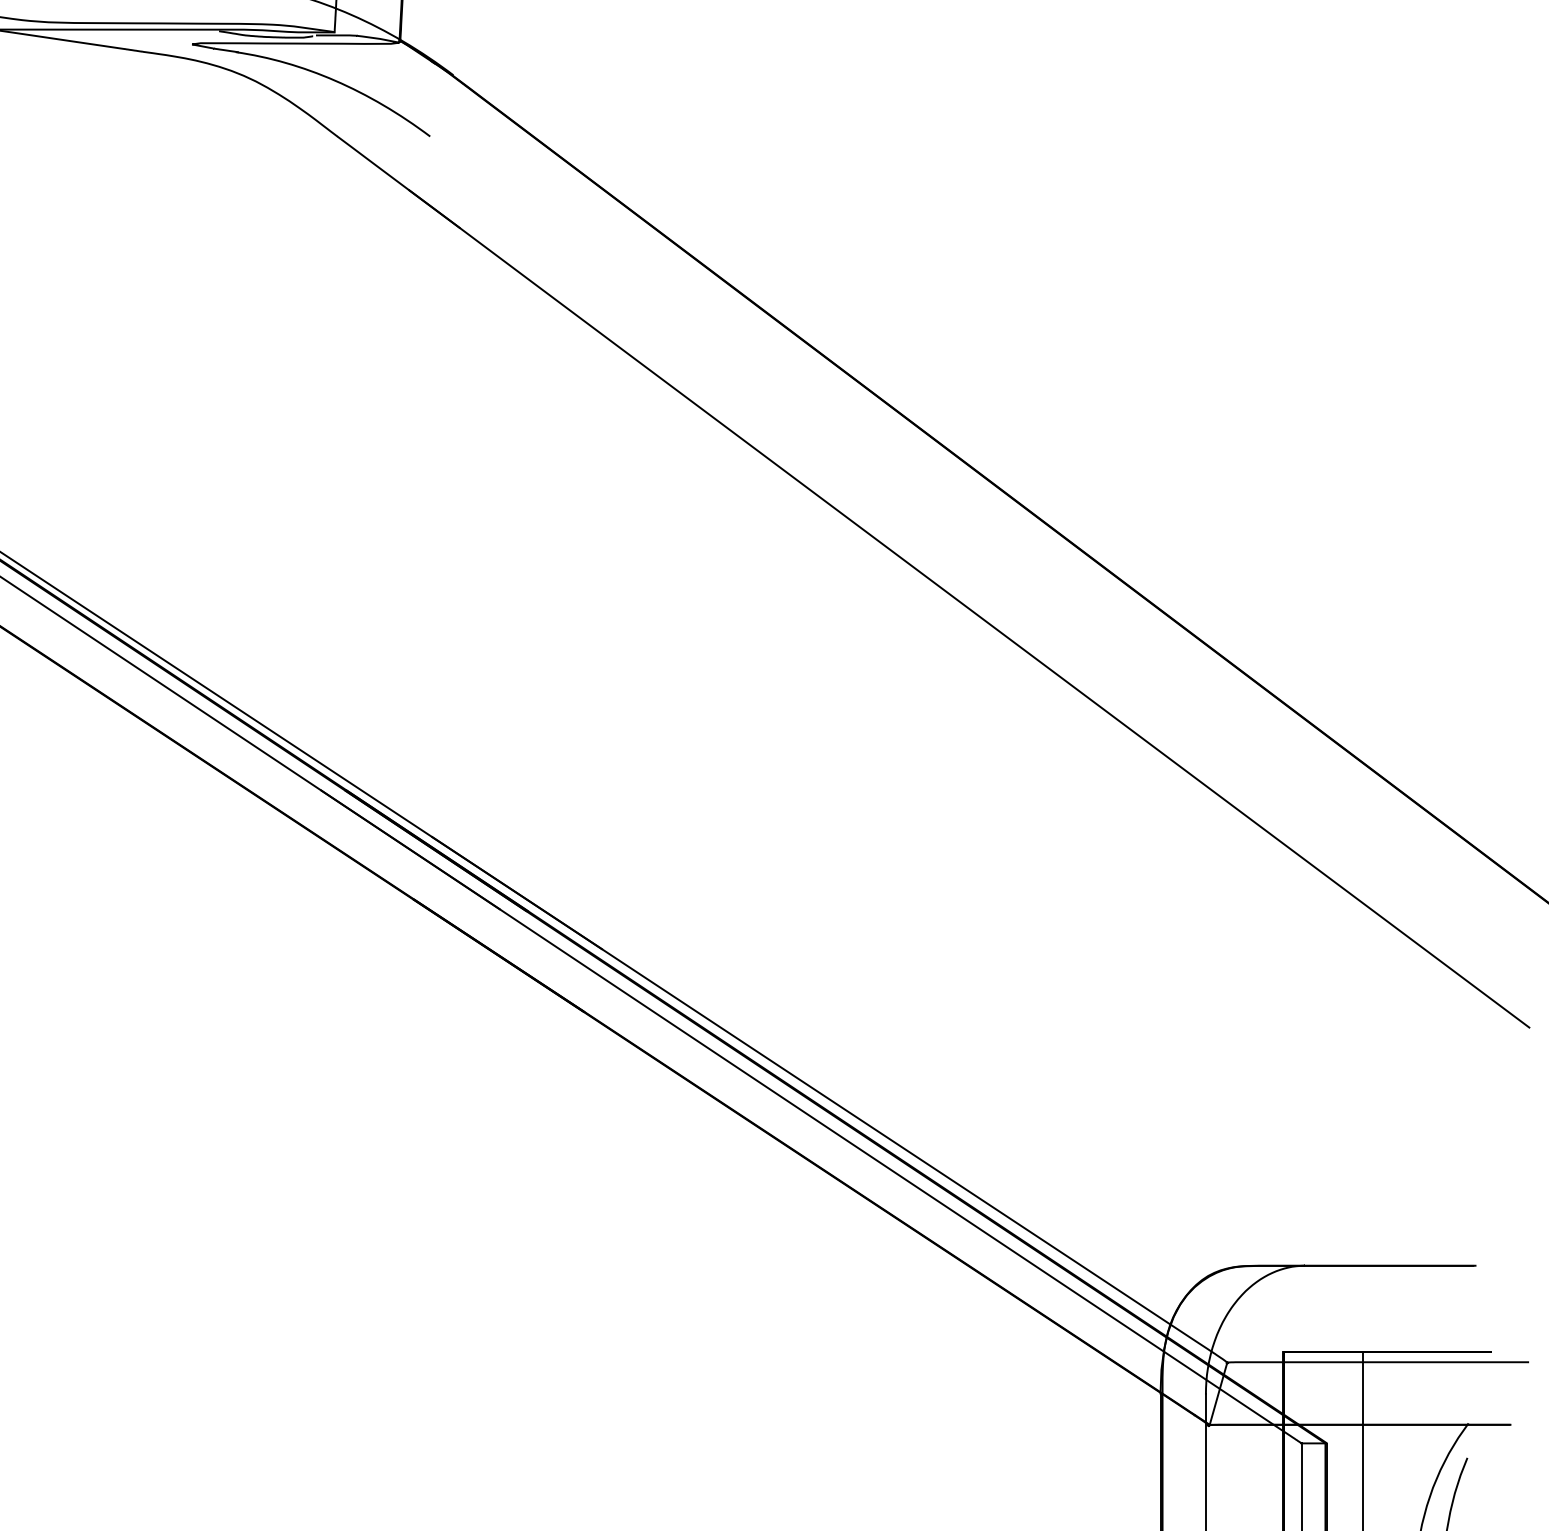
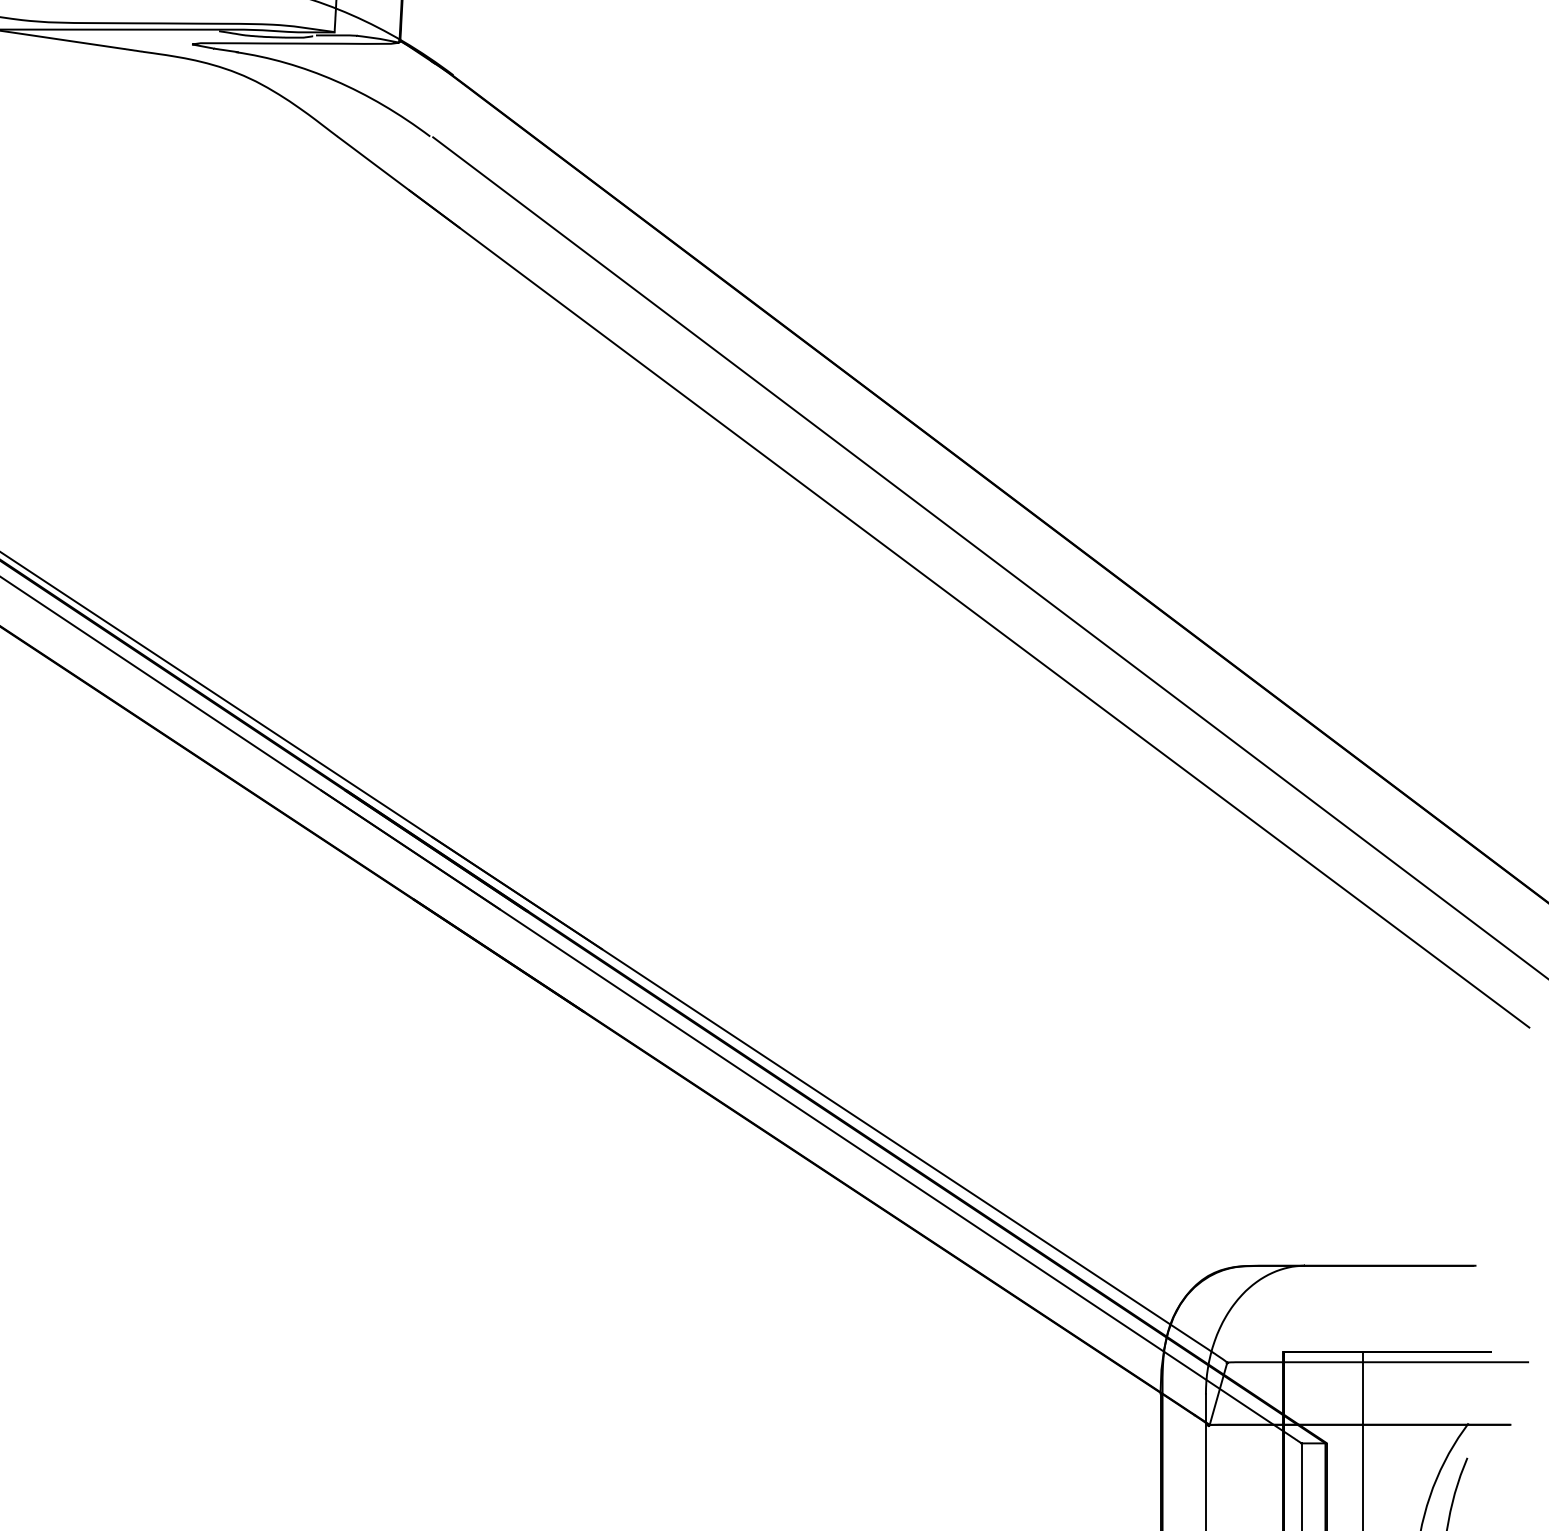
line at (989, 556): none -> present
